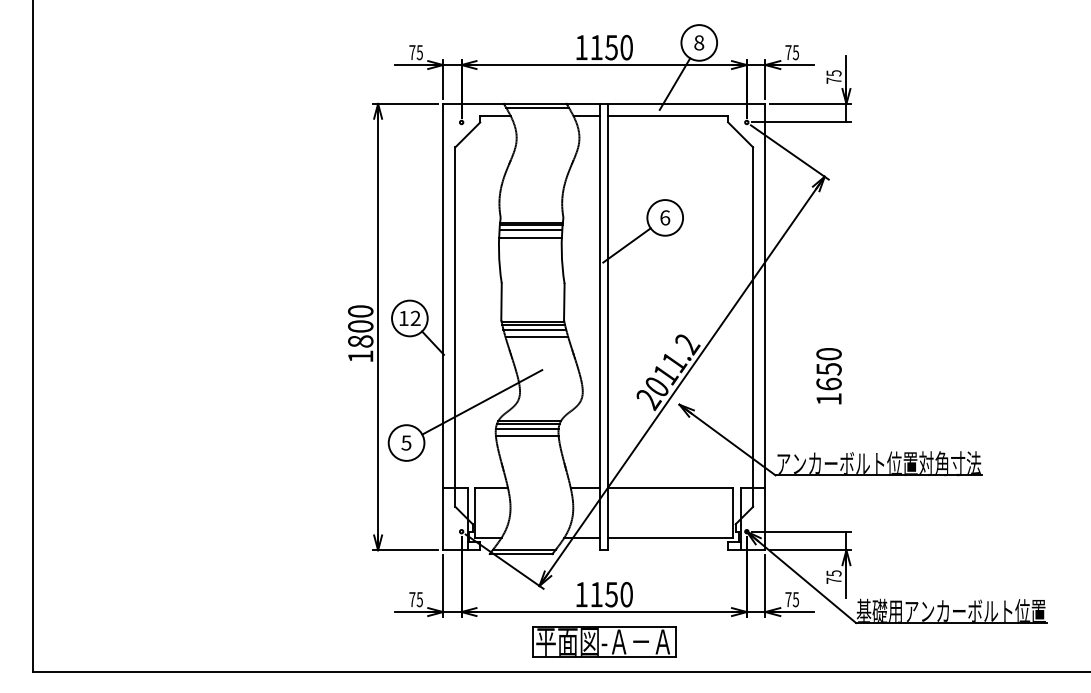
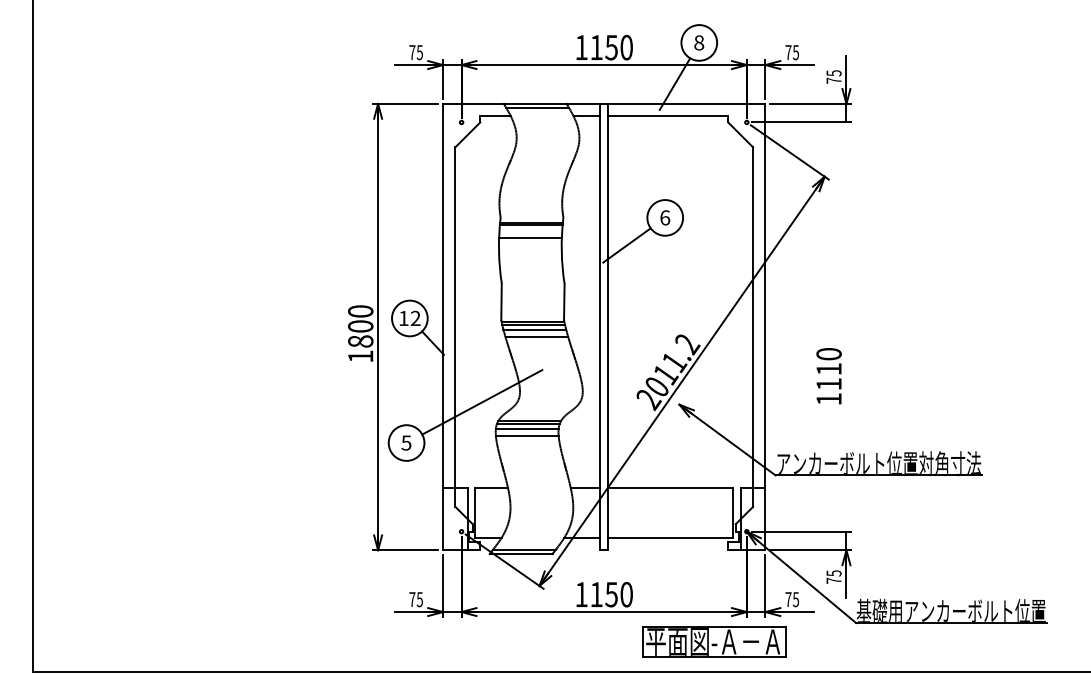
line at (530, 230): present -> none
text at (828, 376): 1650 -> 1110
part at (604, 641) position: (604, 641) -> (714, 641)
